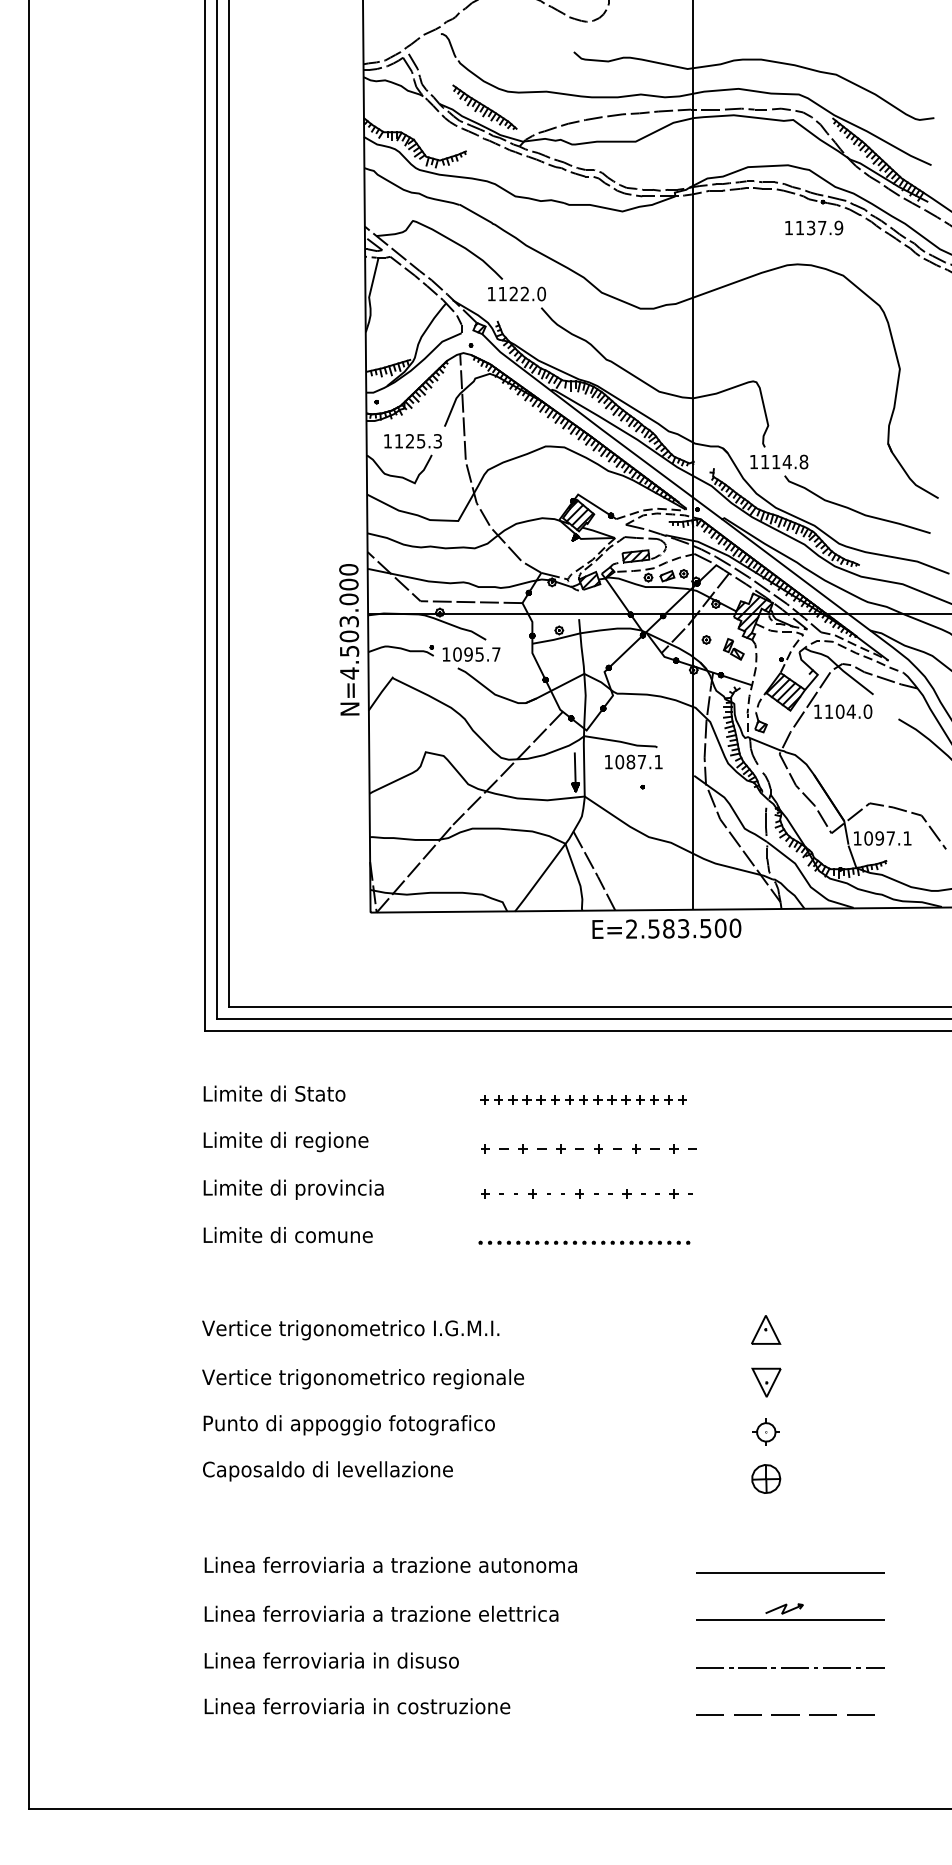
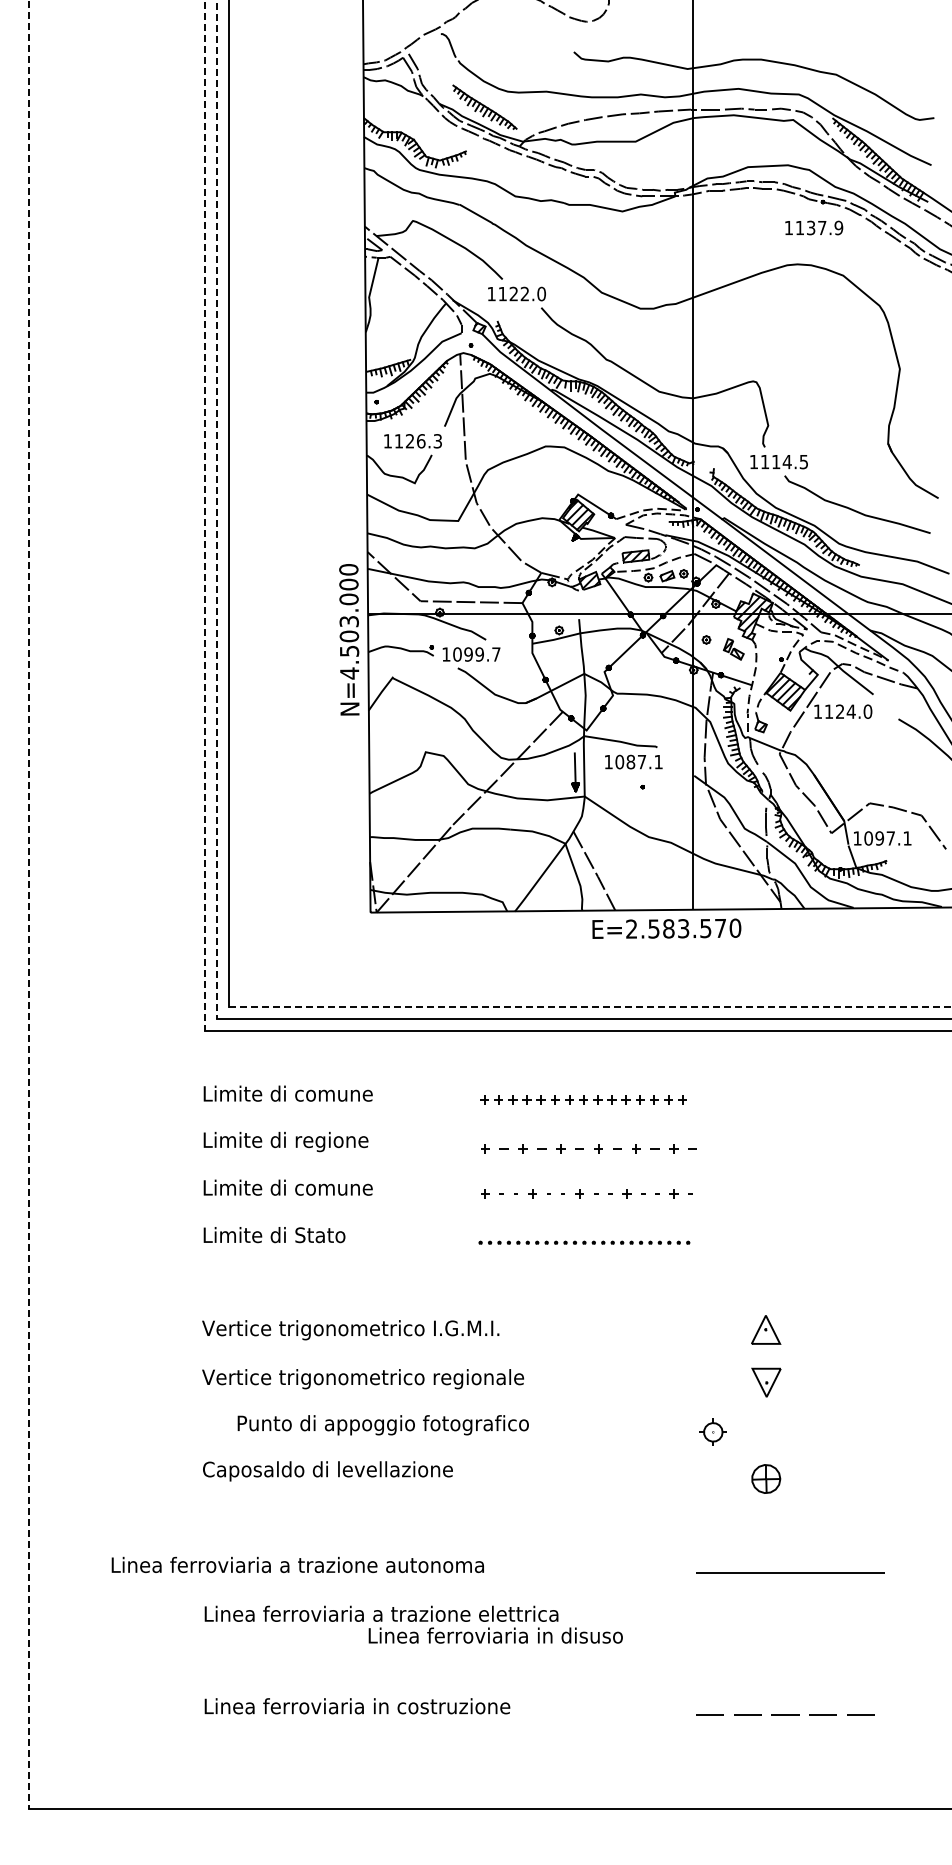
text at (421, 441): 1125.3 -> 1126.3
text at (803, 461): 1114.8 -> 1114.5
line at (217, 509): solid -> dashed
line at (205, 515): solid -> dashed
text at (479, 654): 1095.7 -> 1099.7
text at (839, 711): 1104.0 -> 1124.0
line at (28, 904): solid -> dashed
text at (720, 928): E=2.583.500 -> E=2.583.570
line at (590, 1006): solid -> dashed
text at (333, 1093): Limite di Stato -> Limite di comune
text at (339, 1189): Limite di provincia -> Limite di comune
text at (333, 1235): Limite di comune -> Limite di Stato
text at (348, 1425) position: (348, 1425) -> (382, 1425)
part at (765, 1431) position: (765, 1431) -> (712, 1431)
text at (390, 1564) position: (390, 1564) -> (297, 1564)
part at (790, 1611): present -> none
text at (331, 1660) position: (331, 1660) -> (495, 1635)
line at (790, 1667): present -> none
